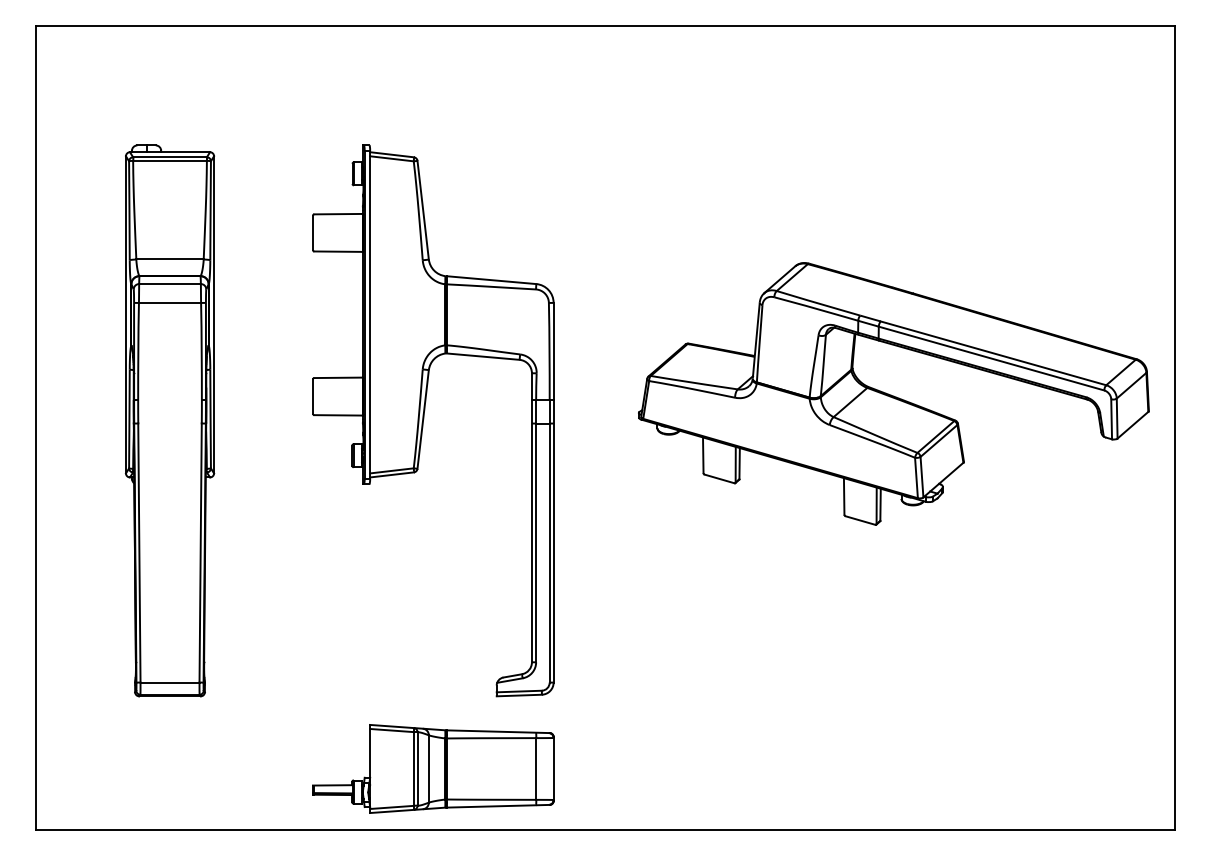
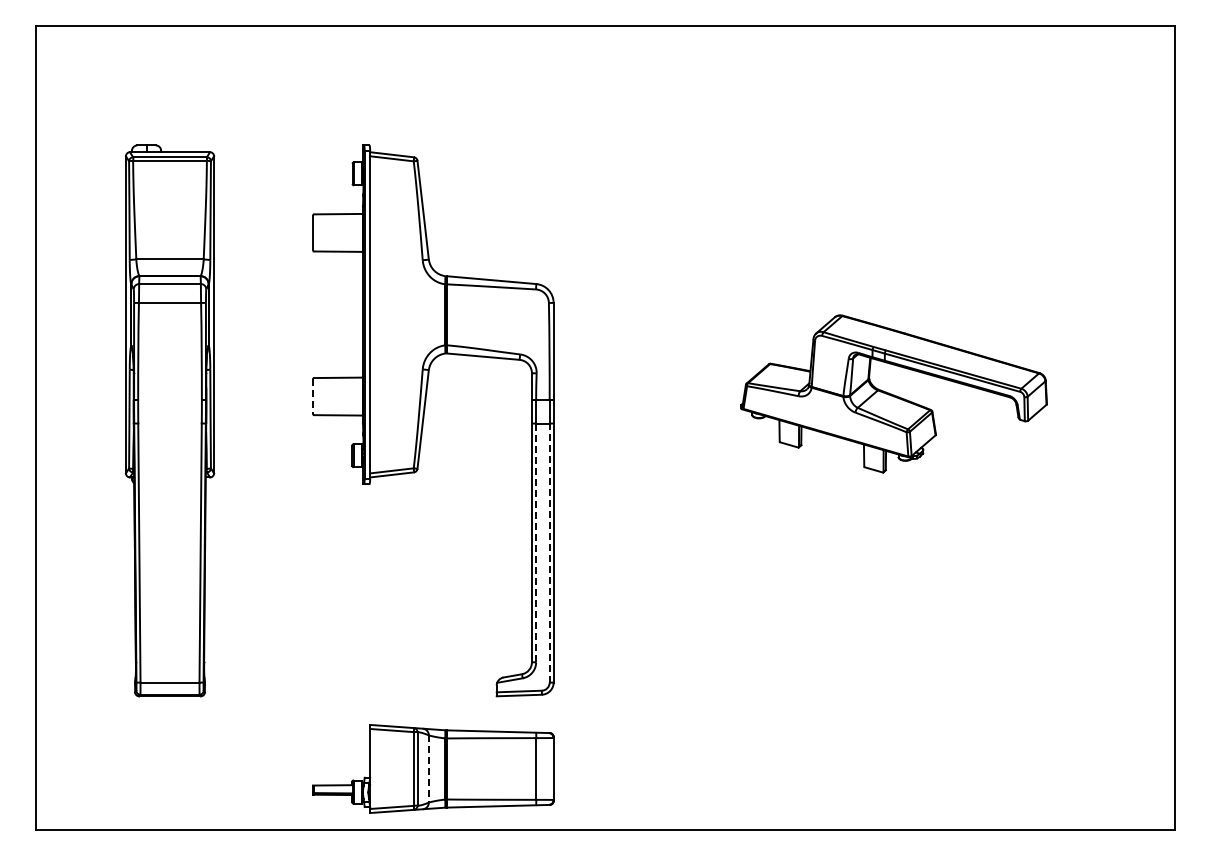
part at (893, 393) size: 512x264 px -> 308x160 px
line at (312, 397): solid -> dashed
line at (536, 543): solid -> dashed
line at (549, 553): solid -> dashed
line at (428, 768): solid -> dashed
